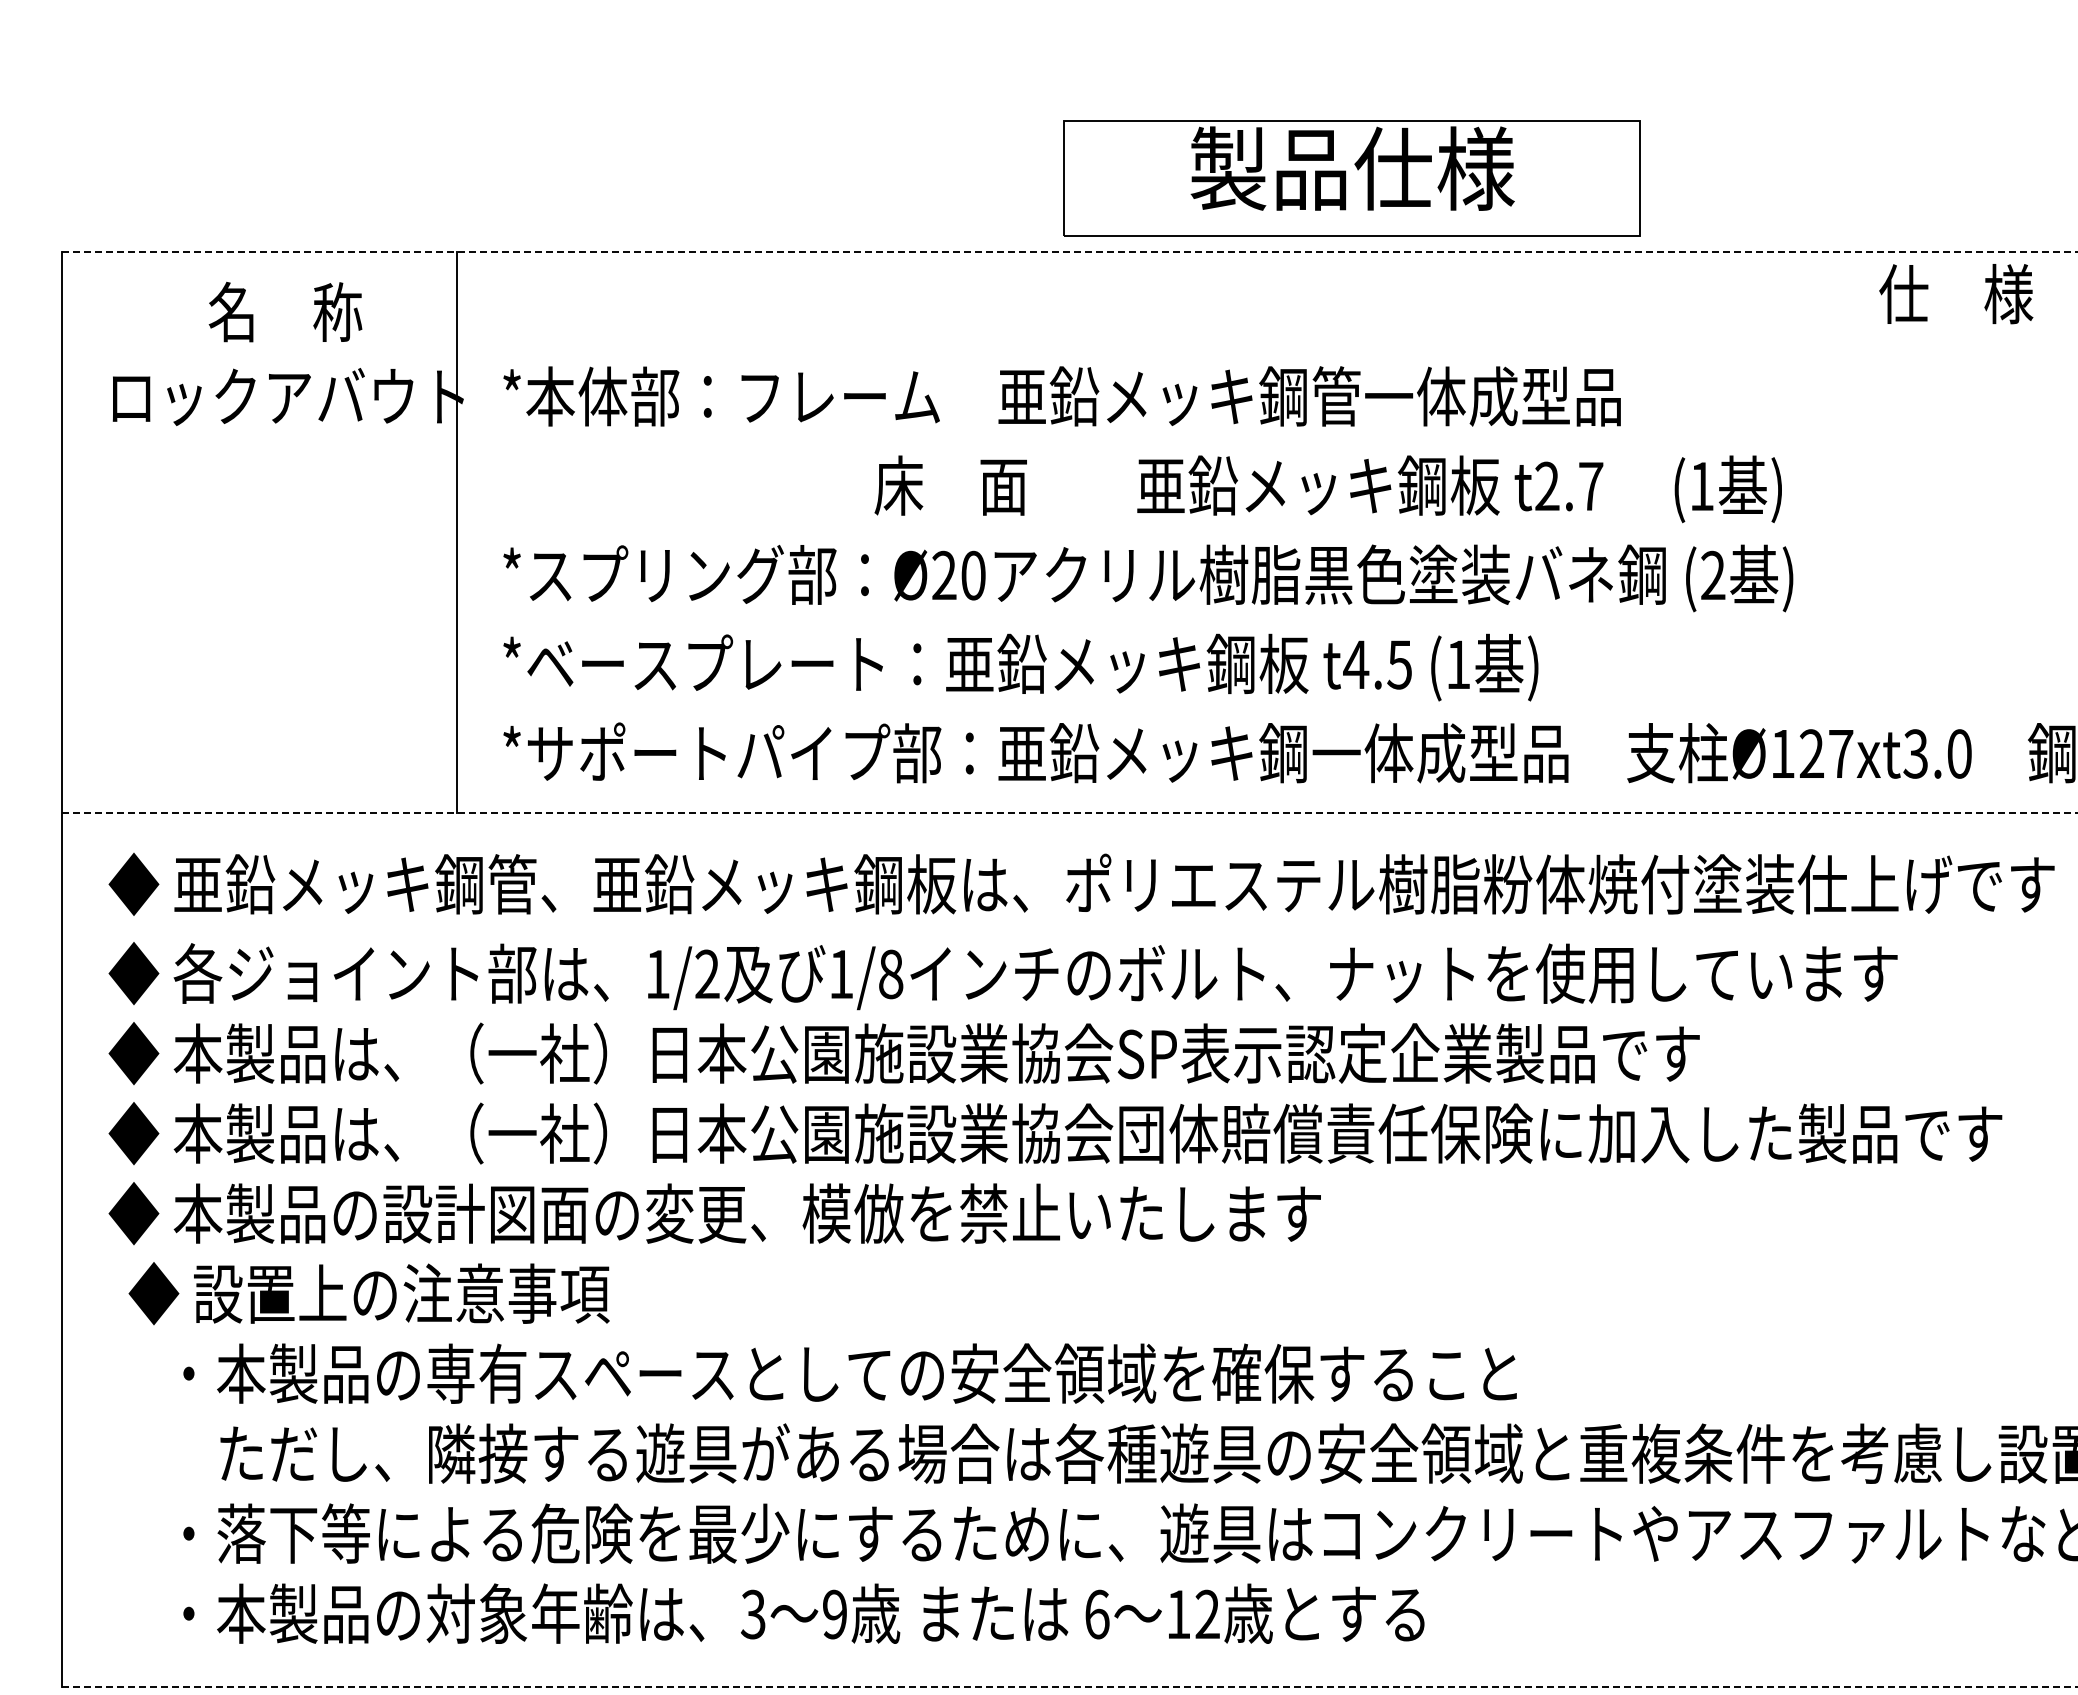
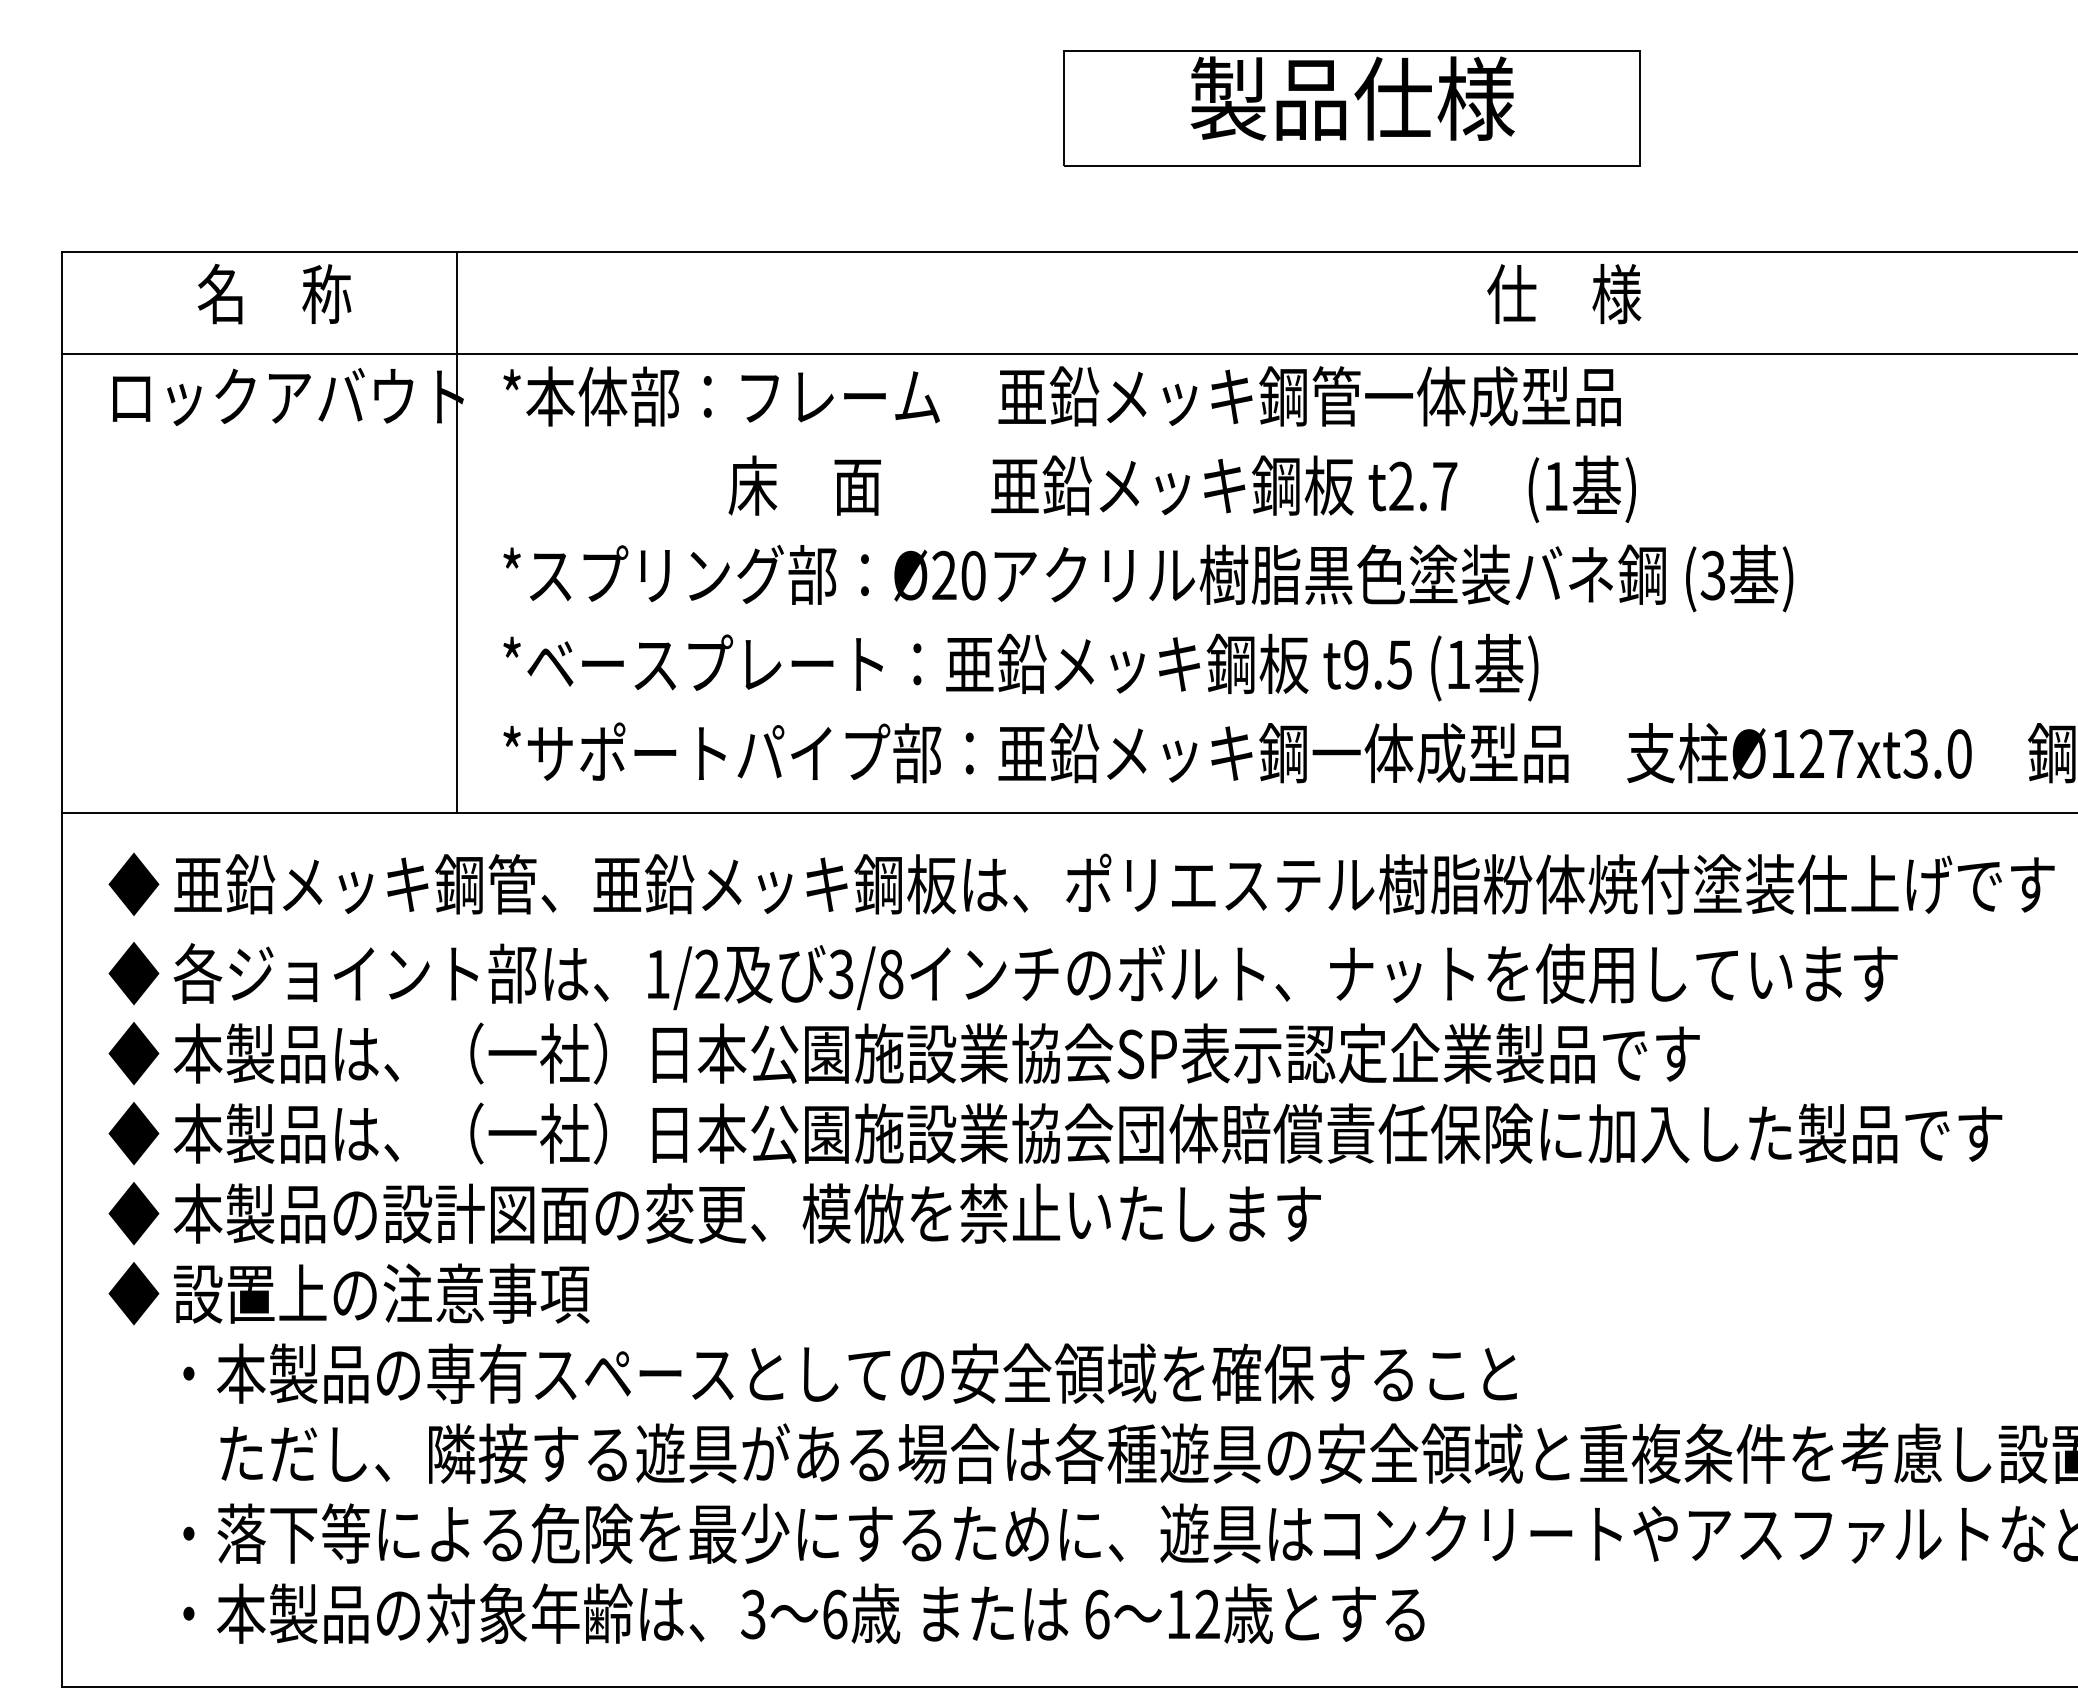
part at (1351, 178) position: (1351, 178) -> (1351, 108)
line at (1070, 251): dashed -> solid
text at (1956, 294) position: (1956, 294) -> (1564, 294)
text at (285, 311) position: (285, 311) -> (274, 293)
line at (1068, 354): none -> present
text at (1327, 489) position: (1327, 489) -> (1181, 489)
text at (1712, 575): (2 -> (3
text at (1356, 664): t4.5 -> t9.5
line at (1070, 813): dashed -> solid
text at (840, 974): 1/8 -> 3/8
text at (368, 1293) position: (368, 1293) -> (348, 1293)
text at (835, 1614): 9 -> 6
line at (1070, 1686): dashed -> solid
